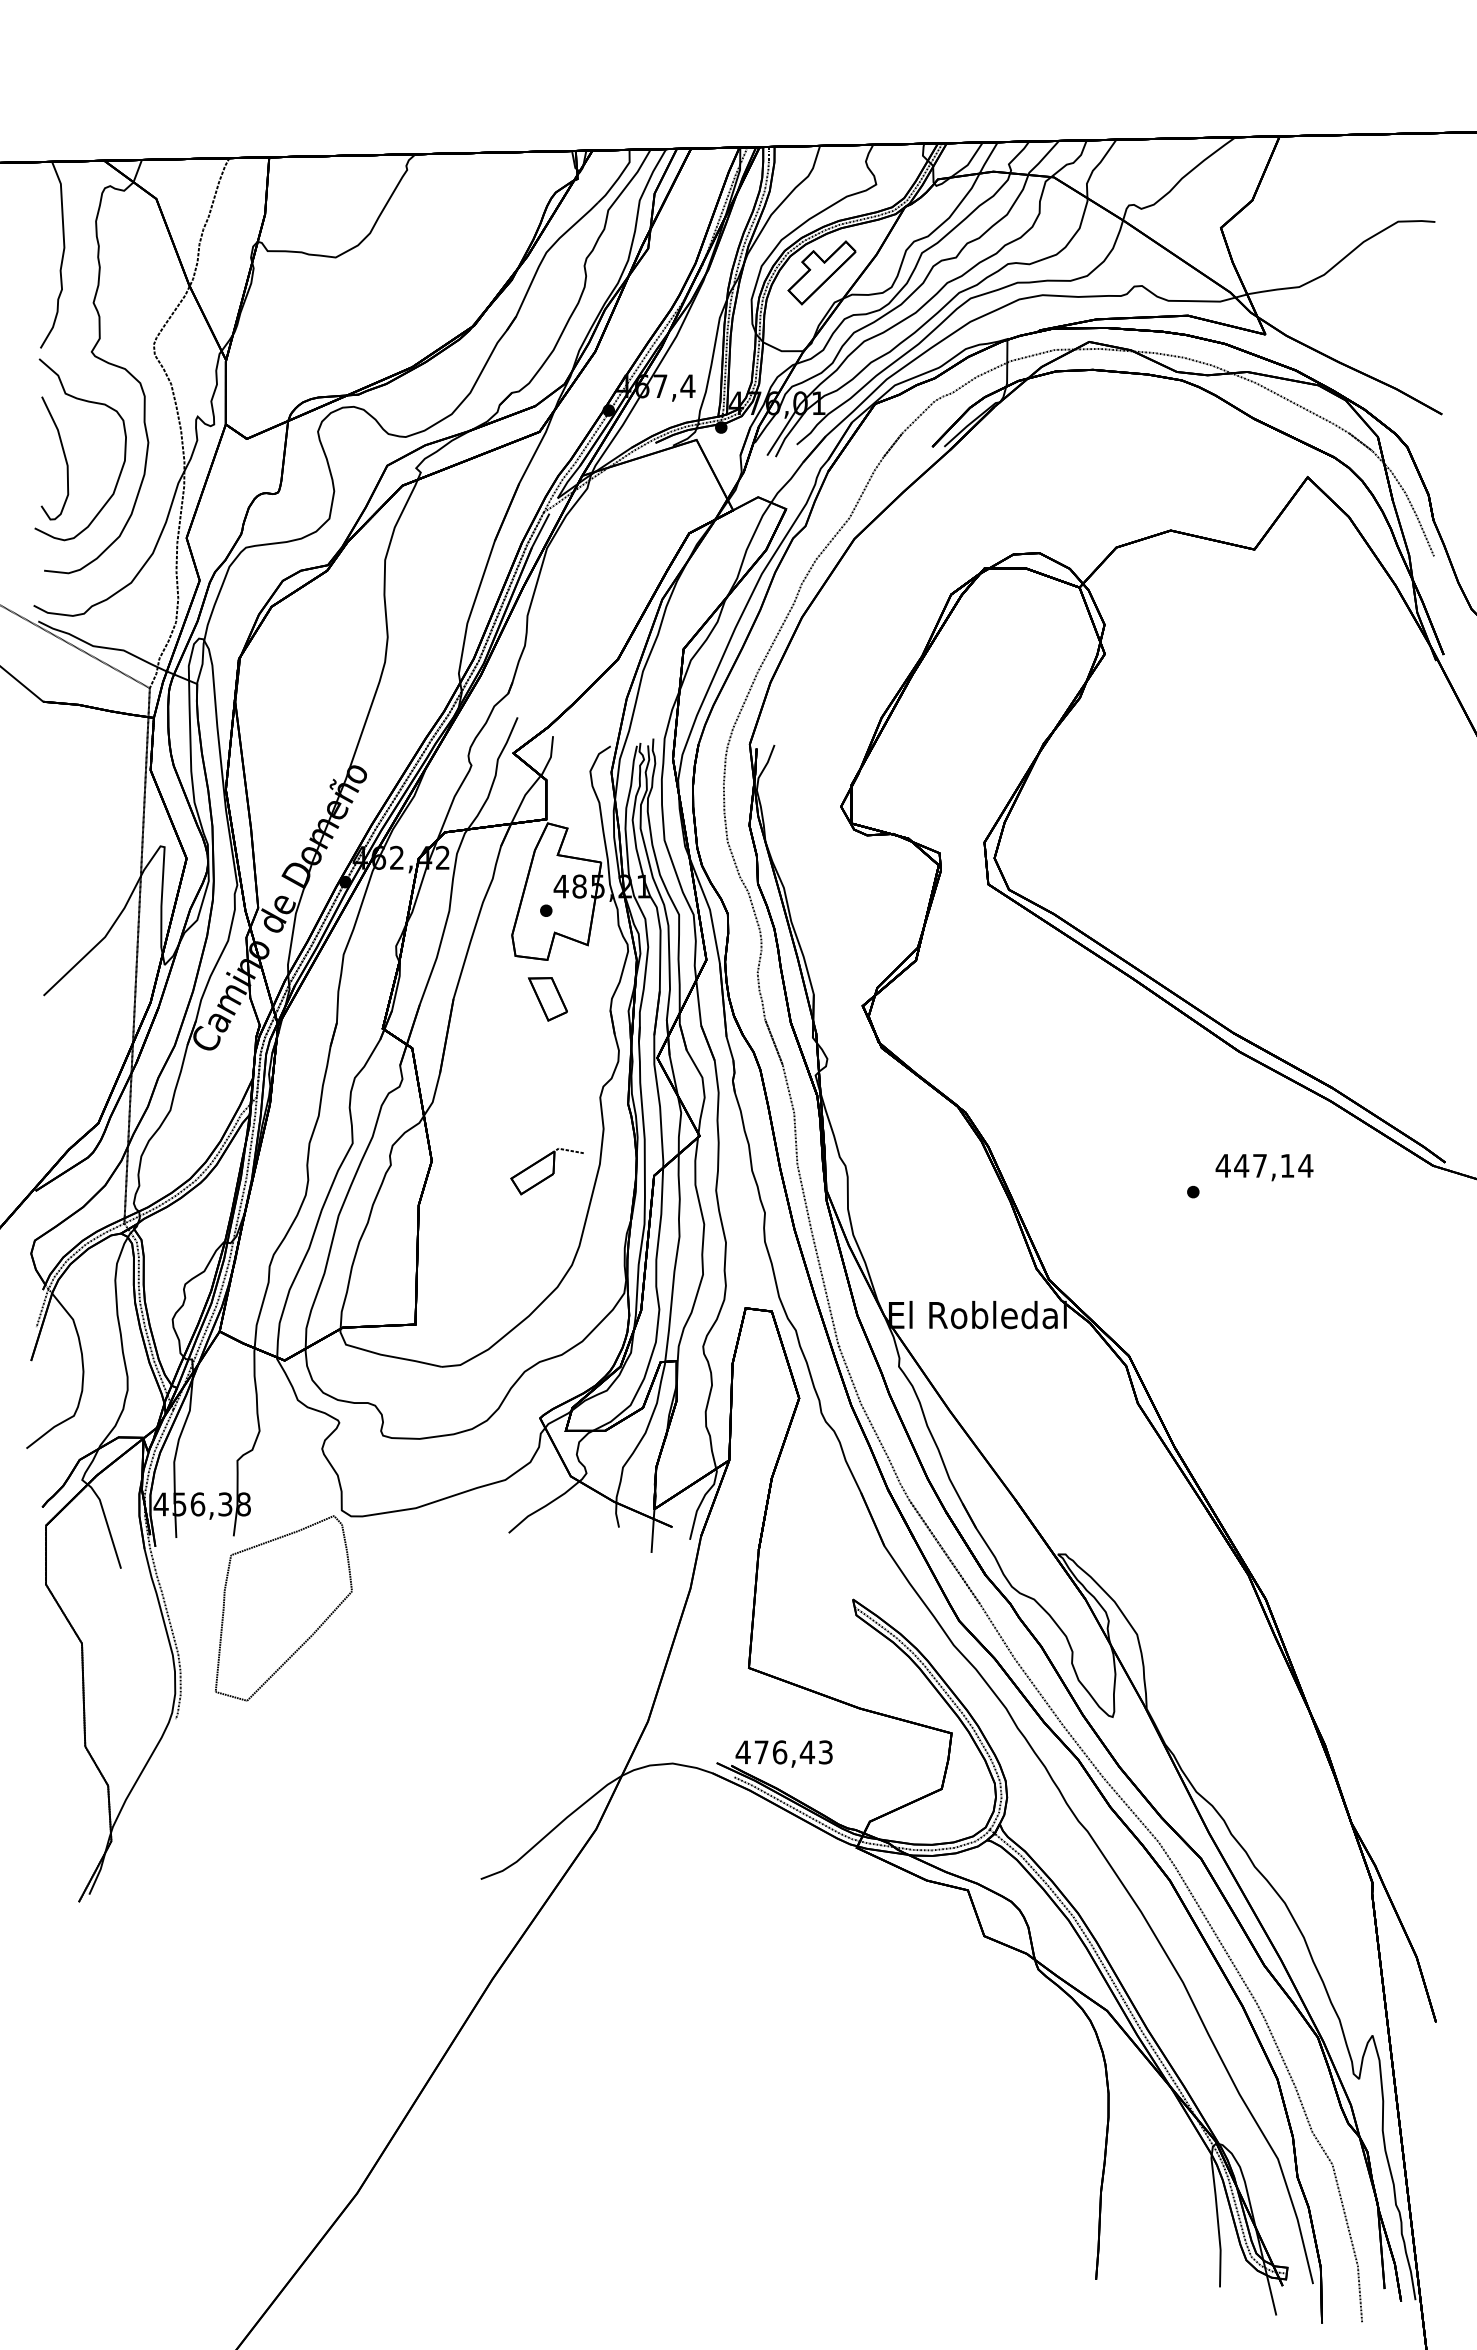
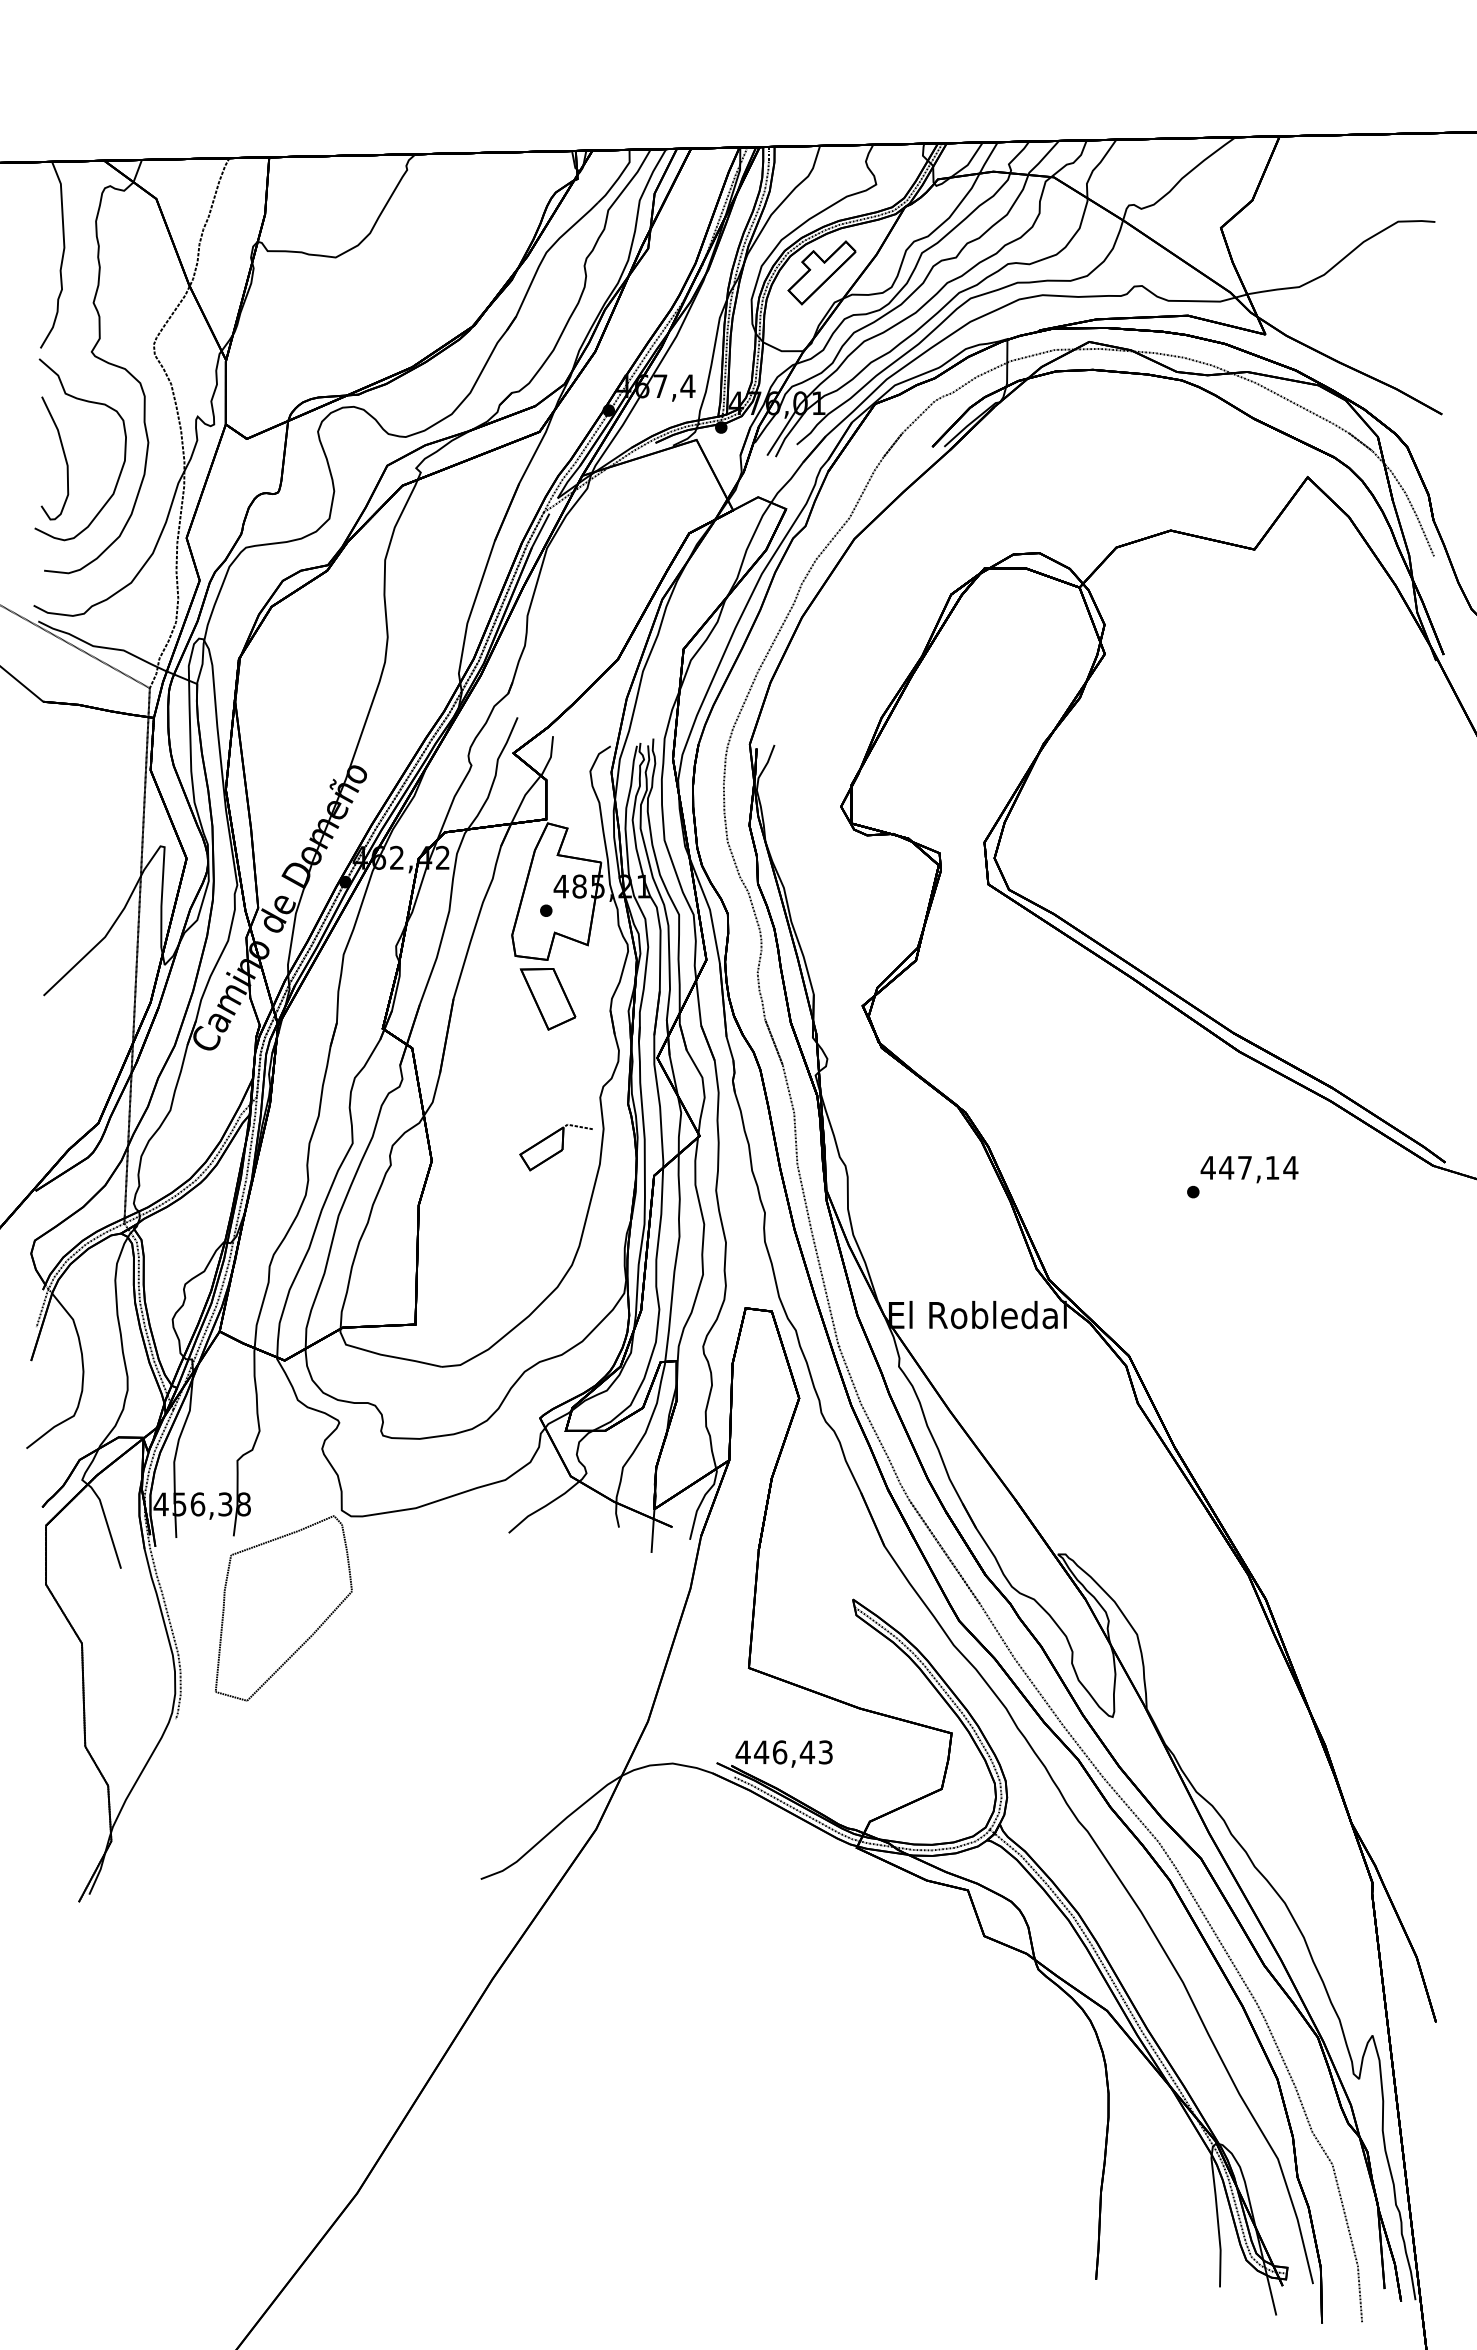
part at (547, 999) size: 41x45 px -> 58x63 px
text at (1264, 1167) position: (1264, 1167) -> (1249, 1169)
part at (546, 1171) position: (546, 1171) -> (555, 1147)
text at (761, 1752): 476,43 -> 446,43
